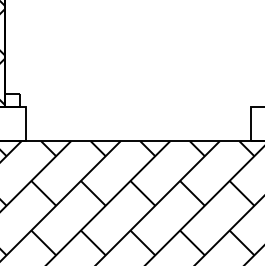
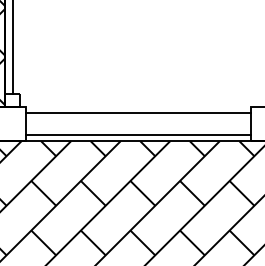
line at (13, 47): none -> present
line at (138, 113): none -> present
line at (138, 134): none -> present
